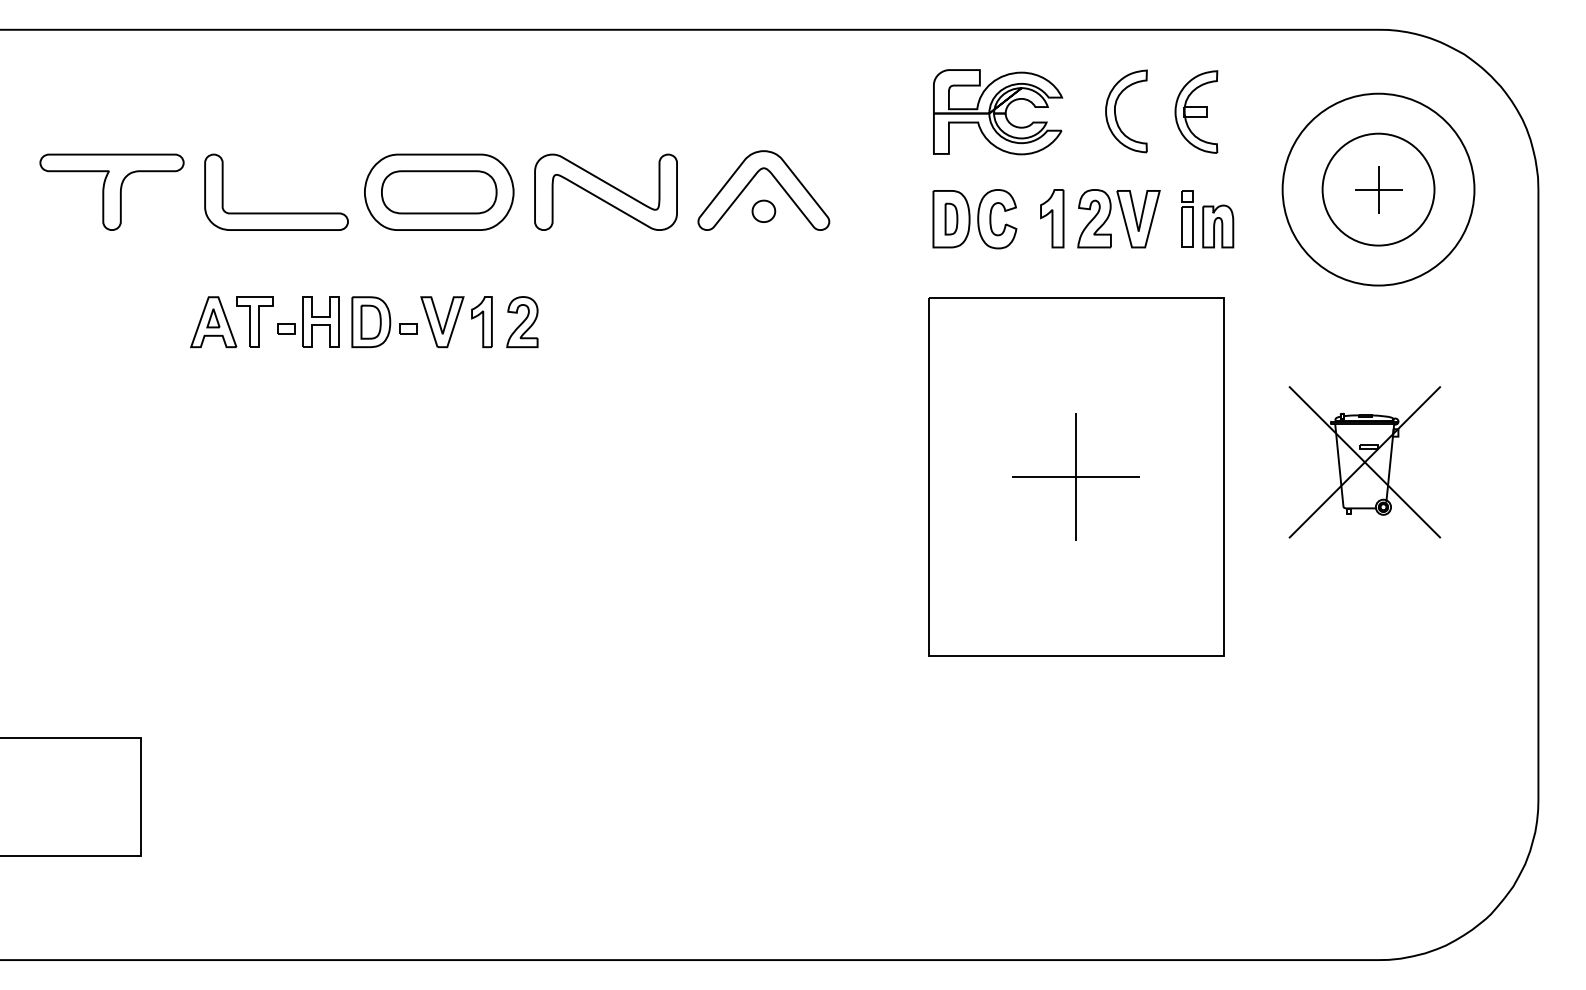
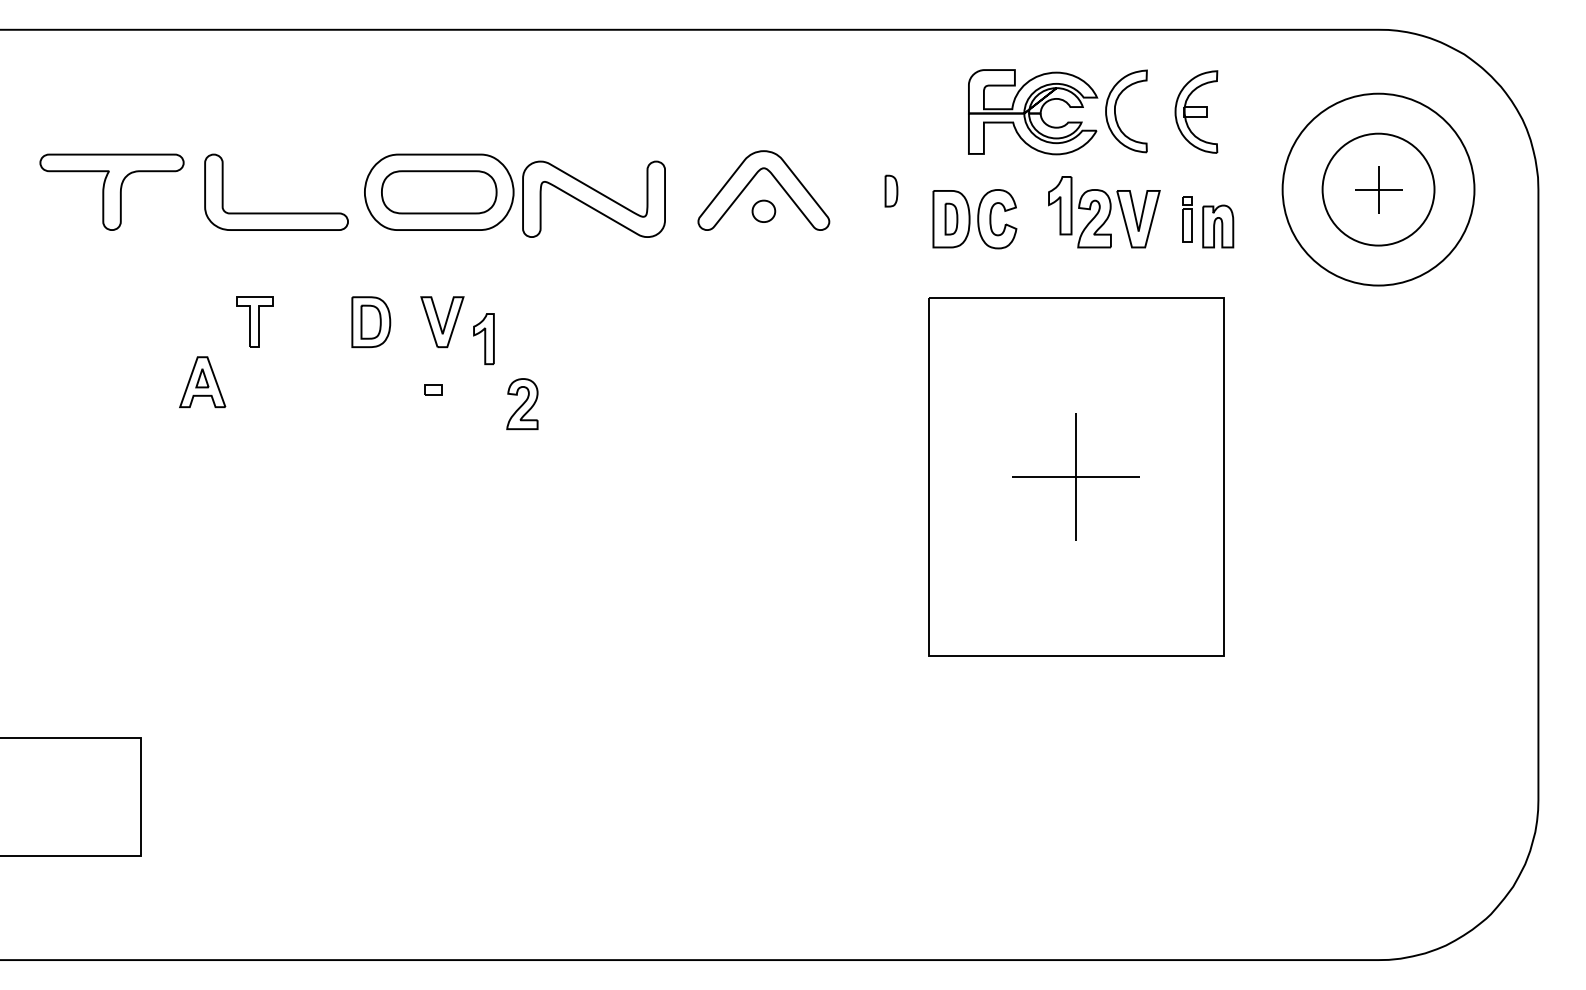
part at (998, 112) position: (998, 112) -> (1033, 112)
part at (891, 190): none -> present
part at (605, 191) position: (605, 191) -> (593, 198)
part at (1052, 218) position: (1052, 218) -> (1060, 205)
part at (1187, 218) size: 13x58 px -> 11x47 px
part at (308, 321): present -> none
part at (213, 322) position: (213, 322) -> (202, 382)
part at (481, 322) position: (481, 322) -> (483, 339)
part at (522, 322) position: (522, 322) -> (522, 404)
part at (408, 328) position: (408, 328) -> (433, 389)
part at (1364, 462): present -> none
